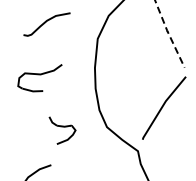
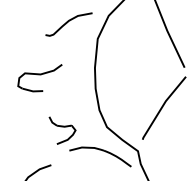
curve at (45, 23) position: (45, 23) -> (67, 23)
line at (168, 33): dashed -> solid
part at (100, 156): none -> present
